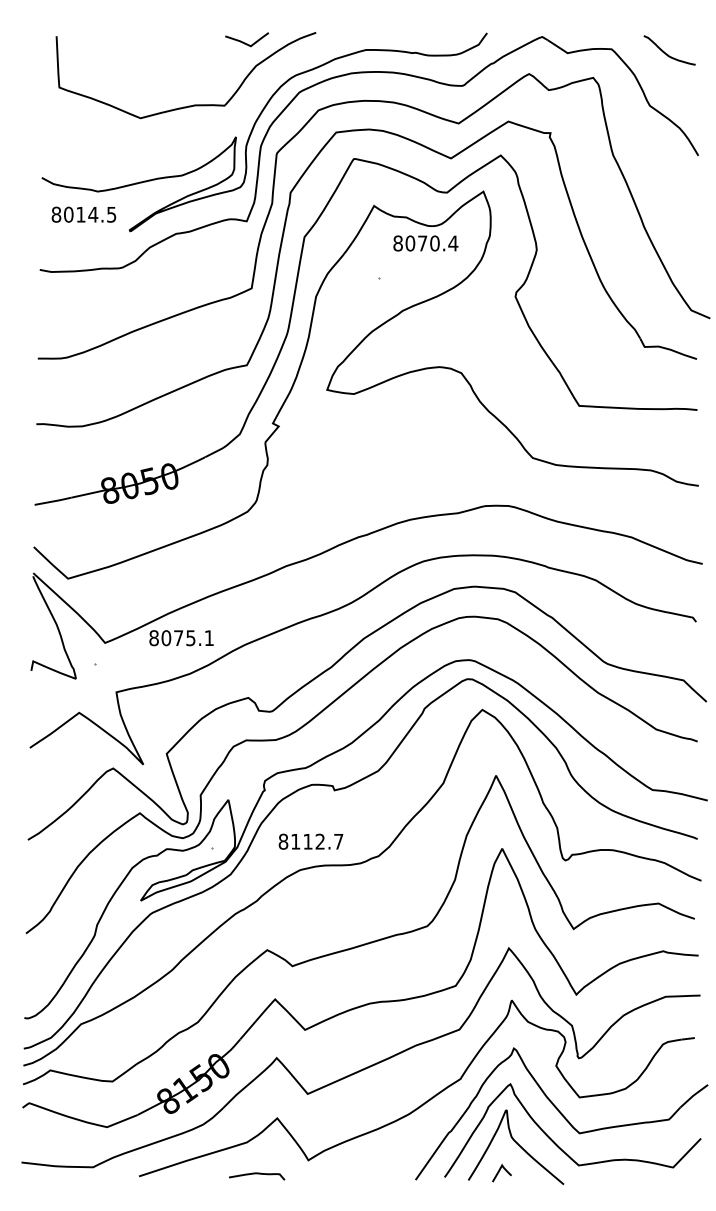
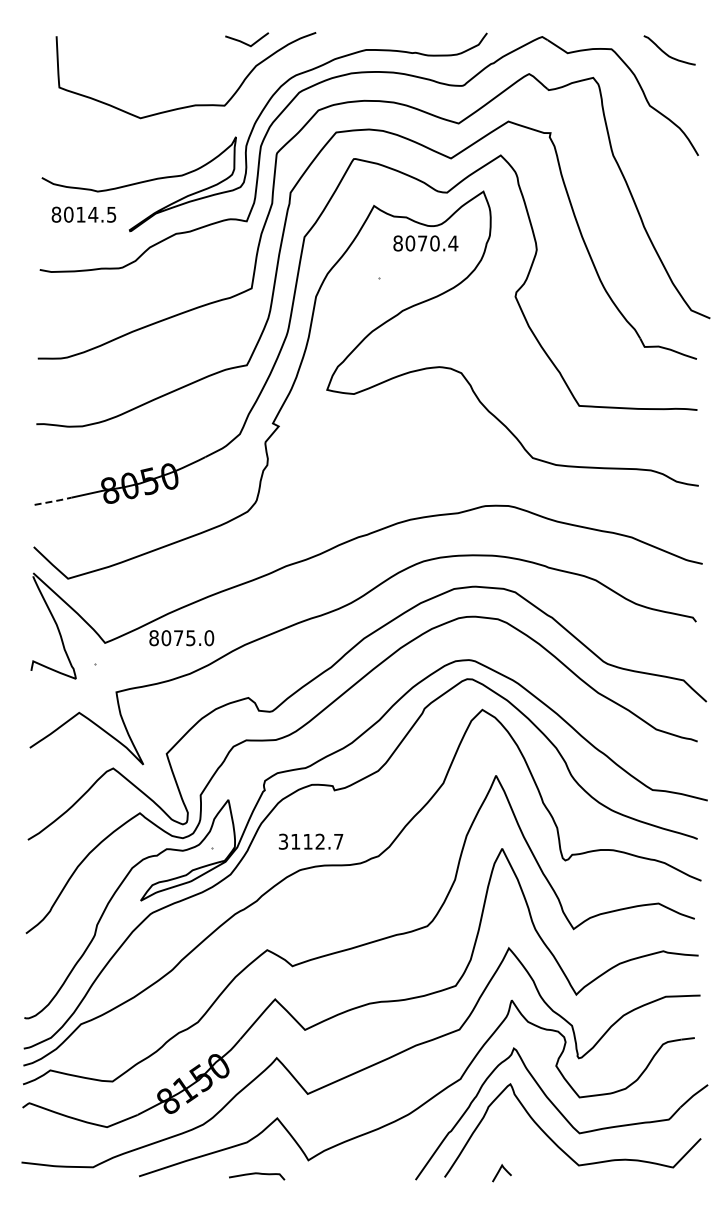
line at (53, 501): solid -> dashed
text at (209, 638): 8075.1 -> 8075.0
text at (283, 841): 8112.7 -> 3112.7
curve at (517, 1144): present -> none
